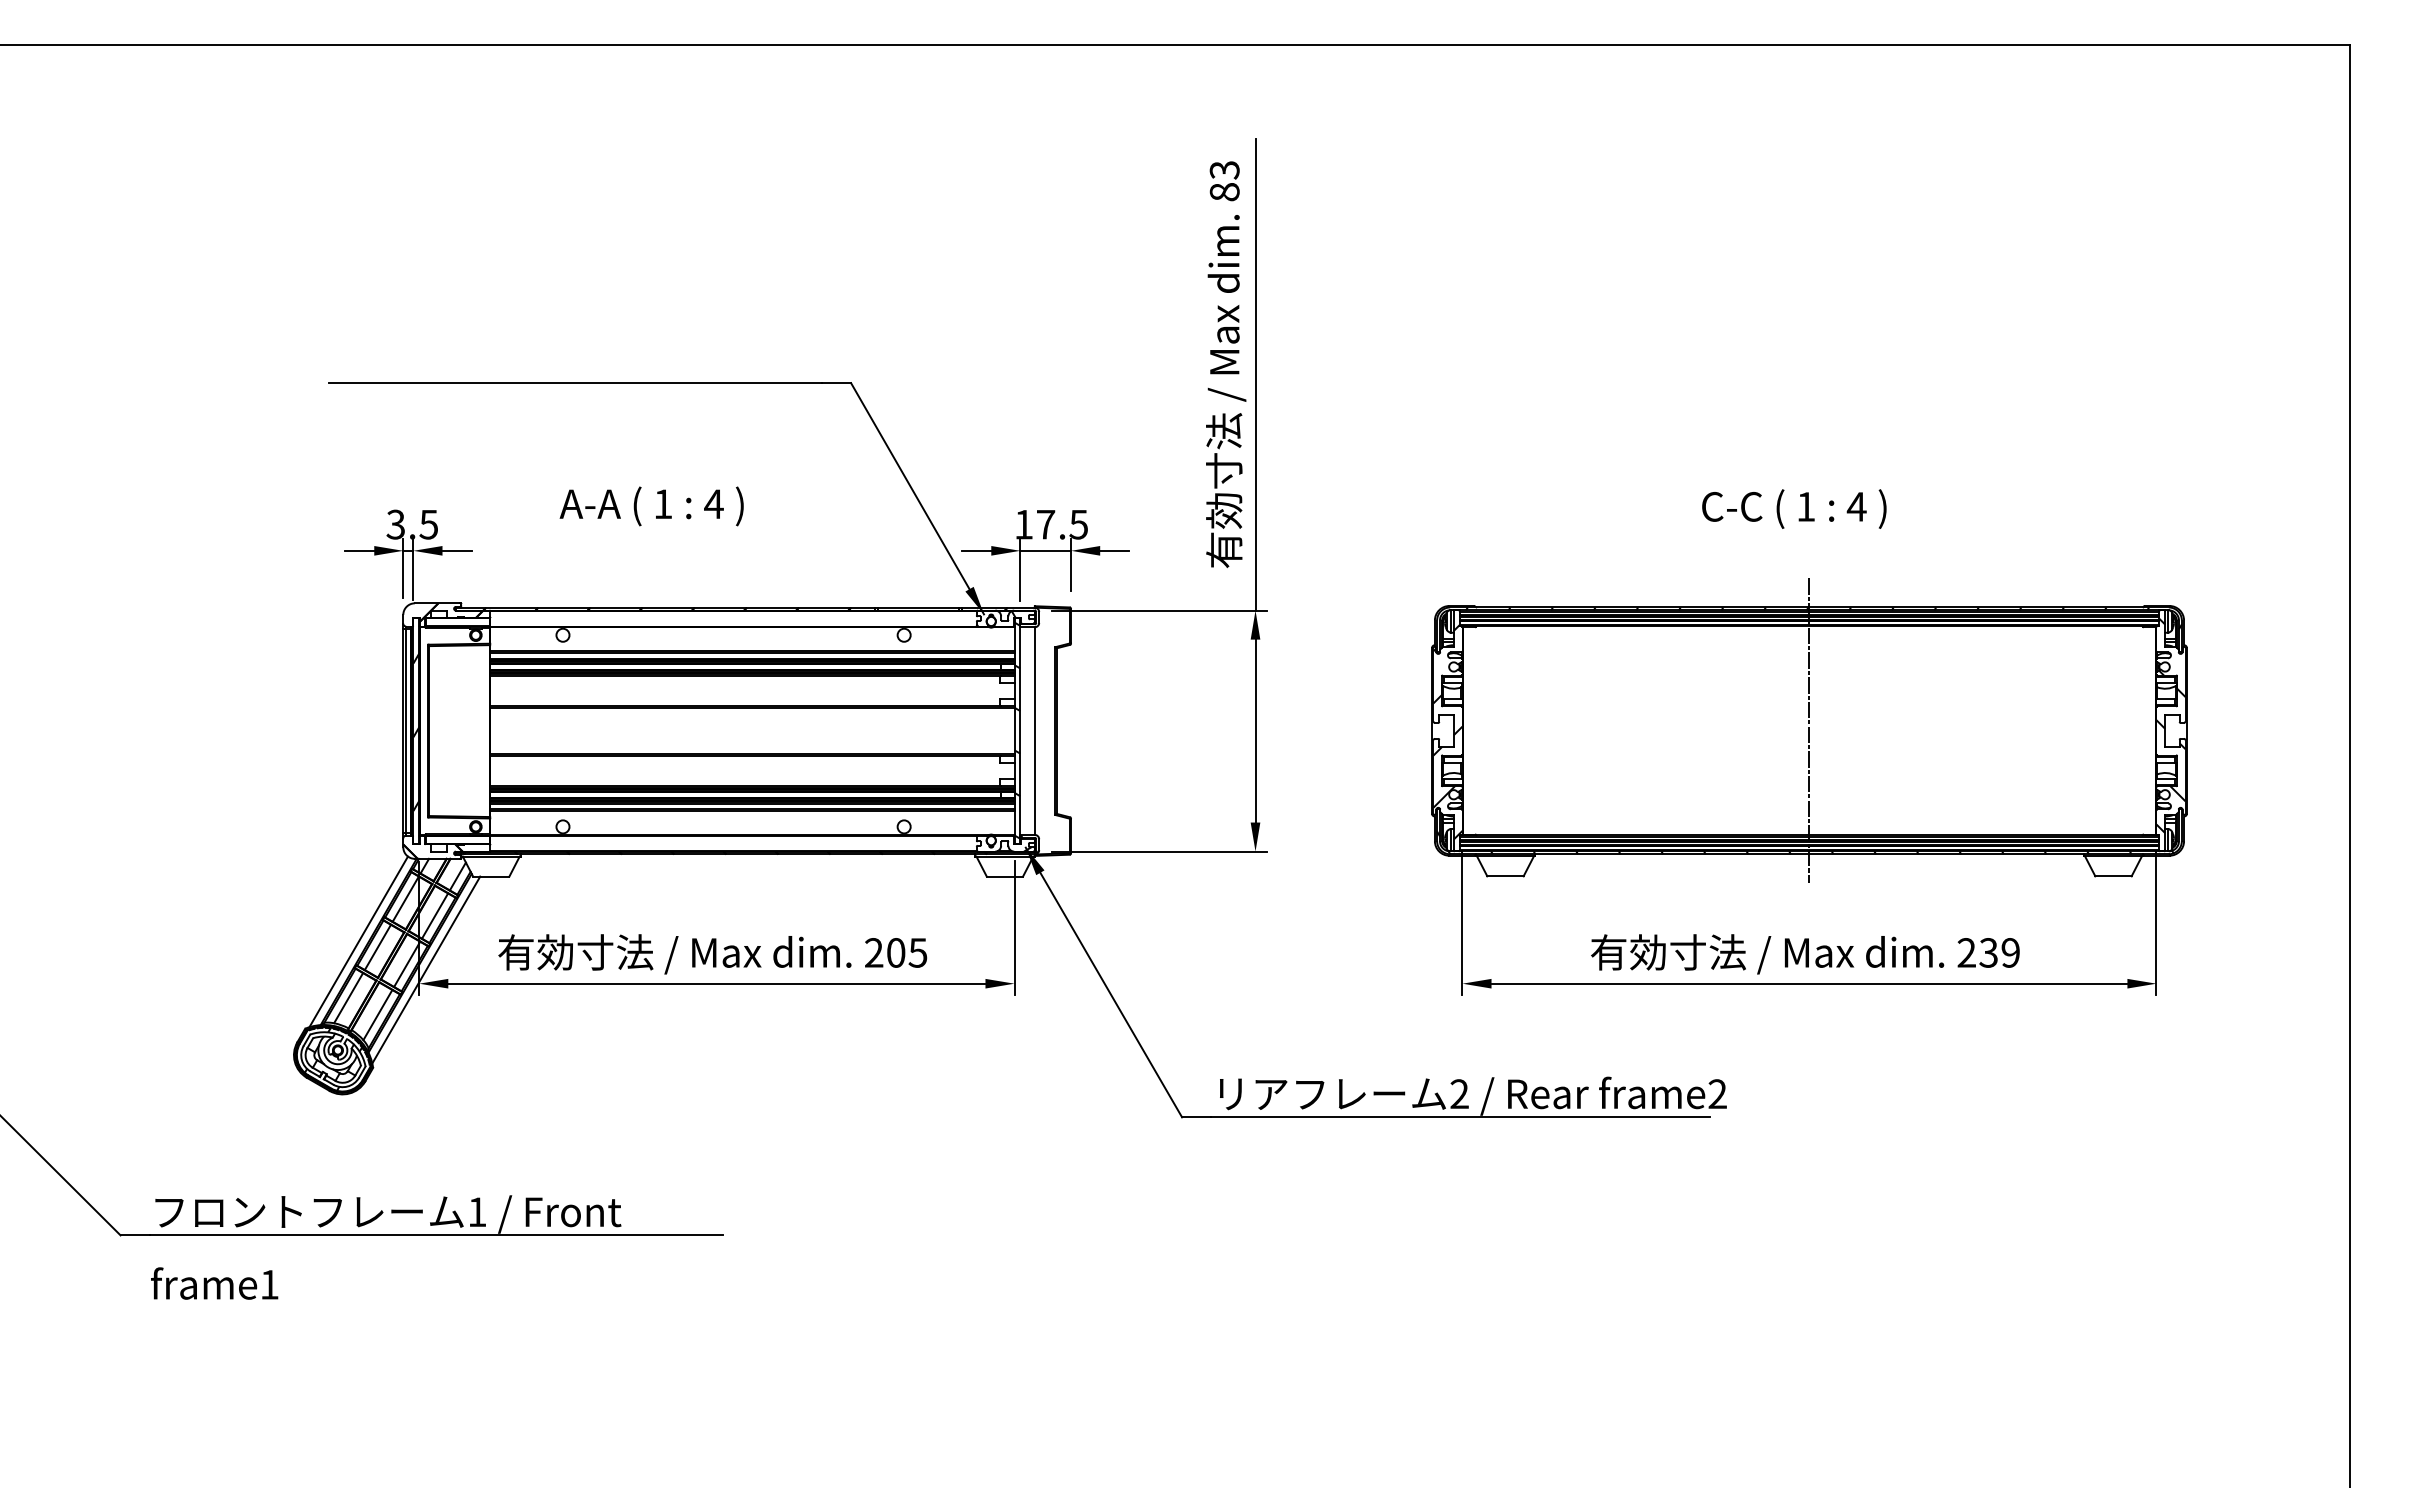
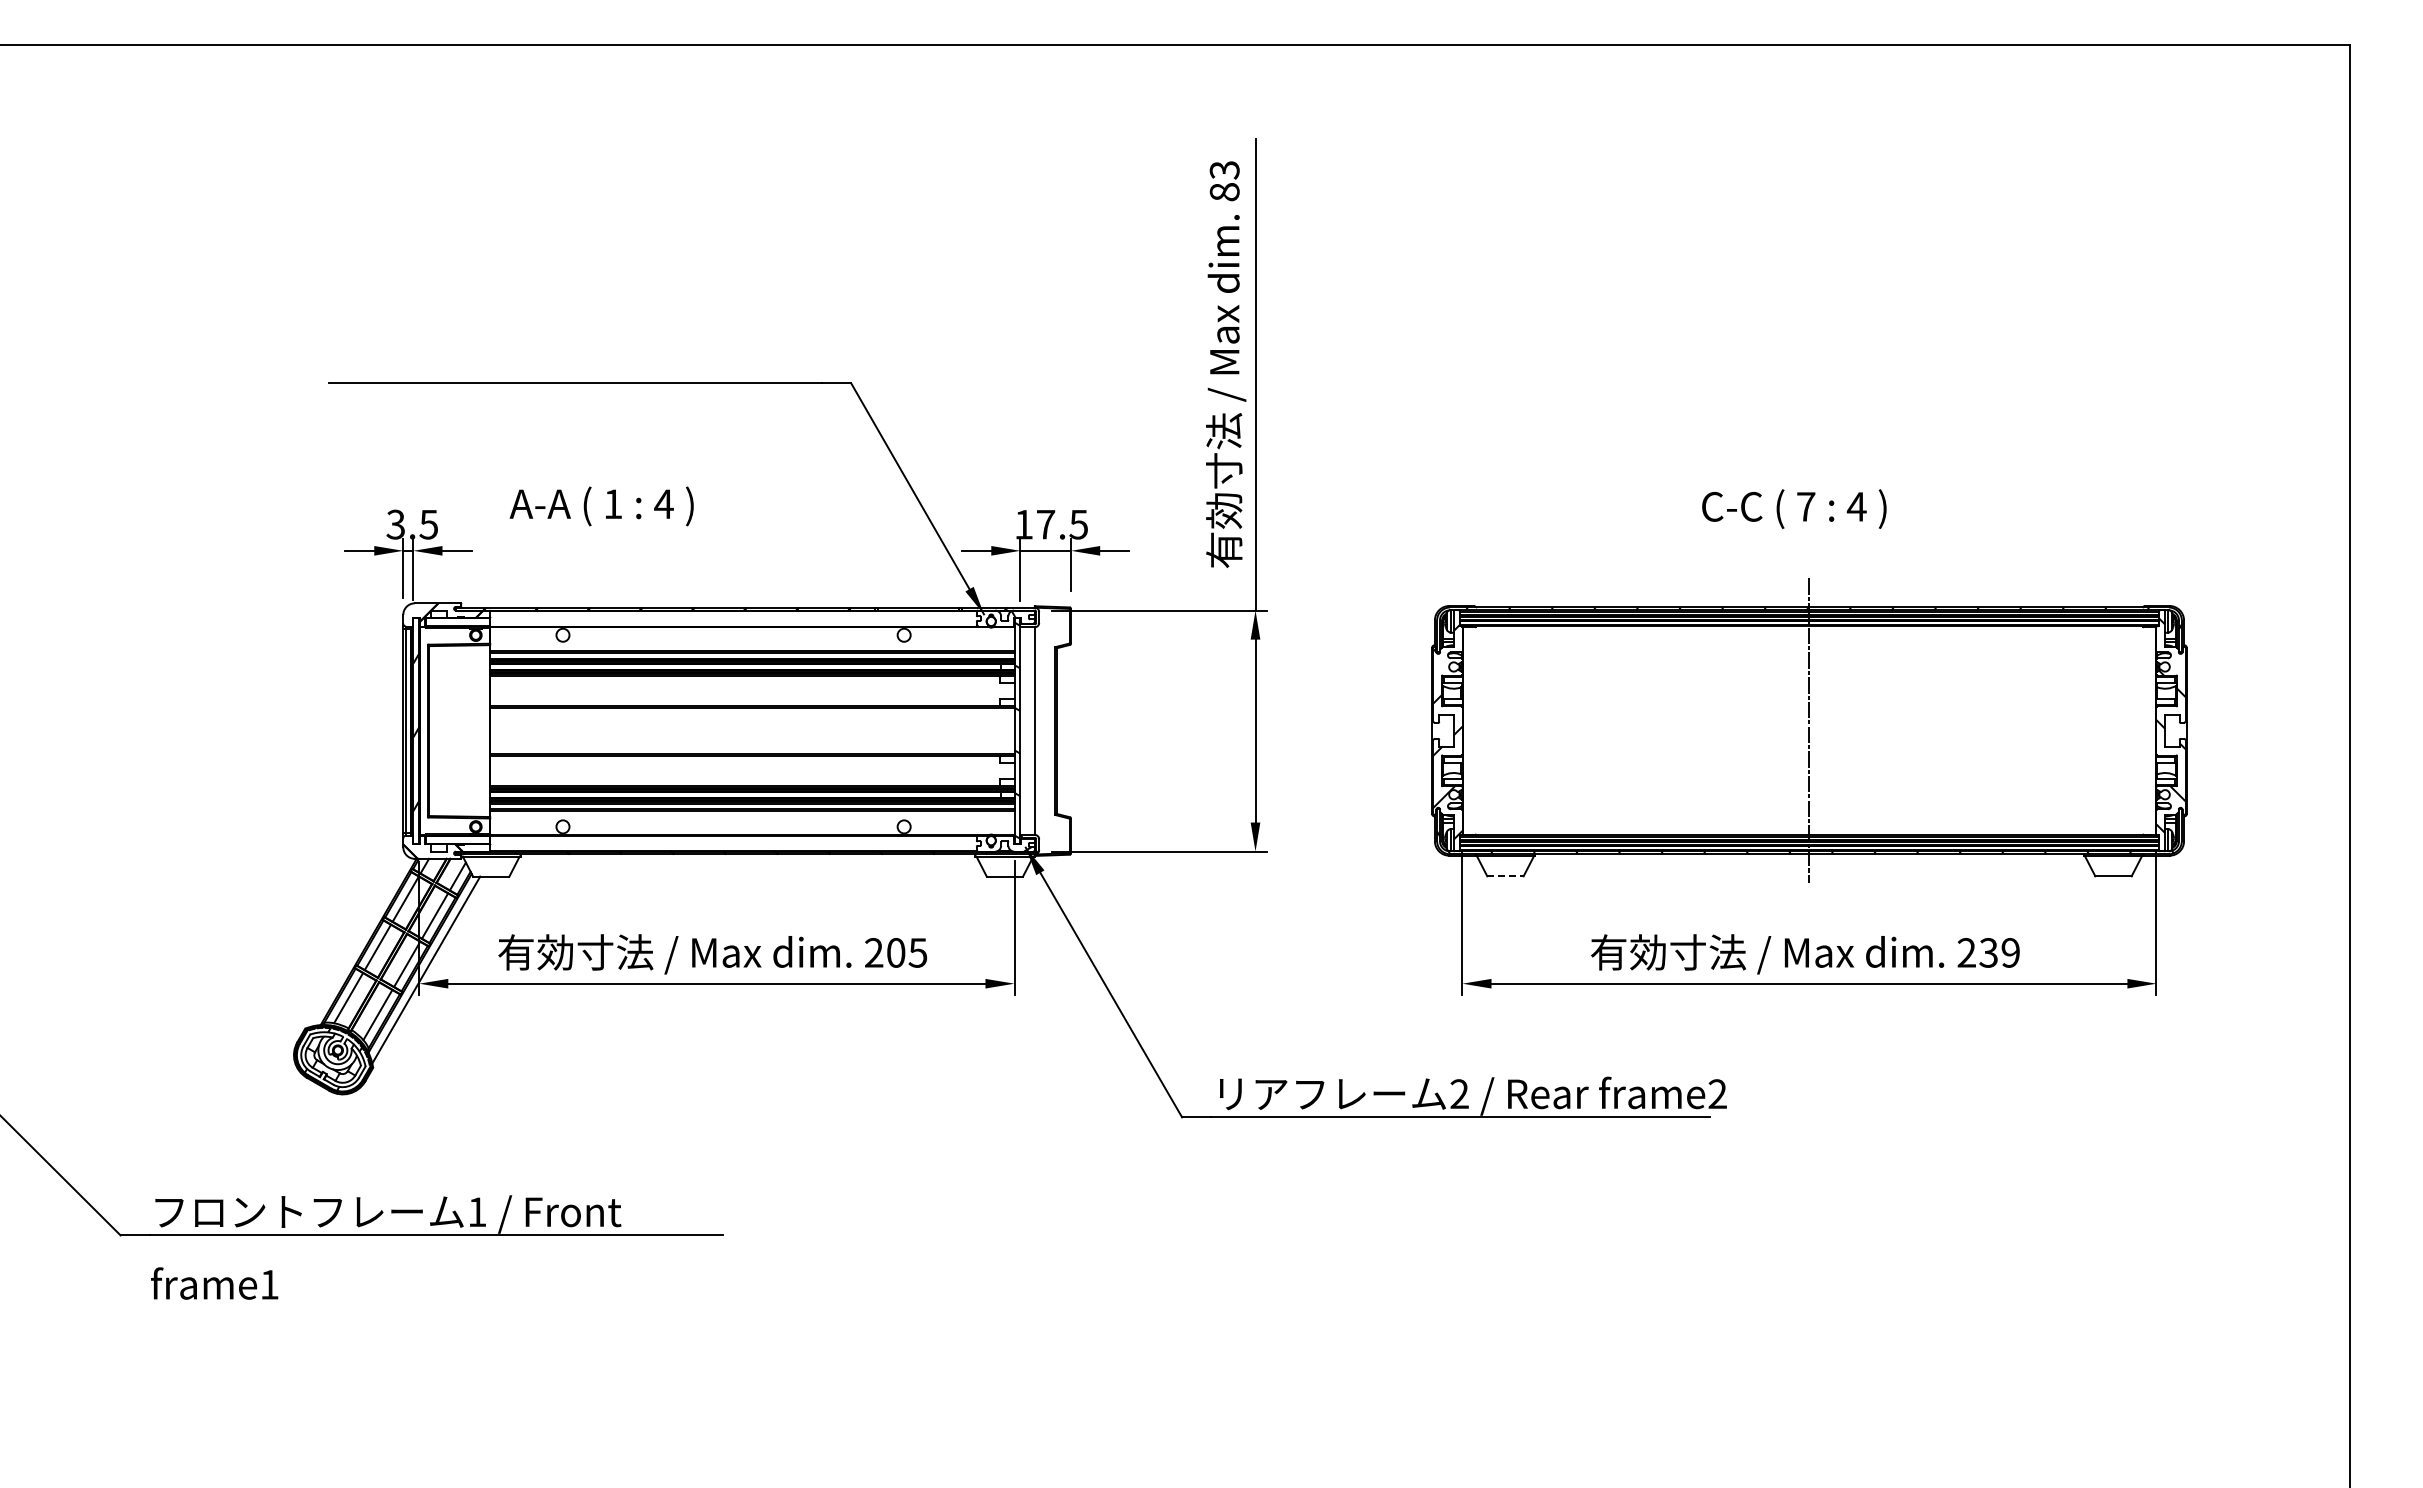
text at (651, 506) position: (651, 506) -> (601, 506)
text at (1806, 506): 1 -> 7
line at (1505, 876): solid -> dashed
line at (358, 941): present -> none
